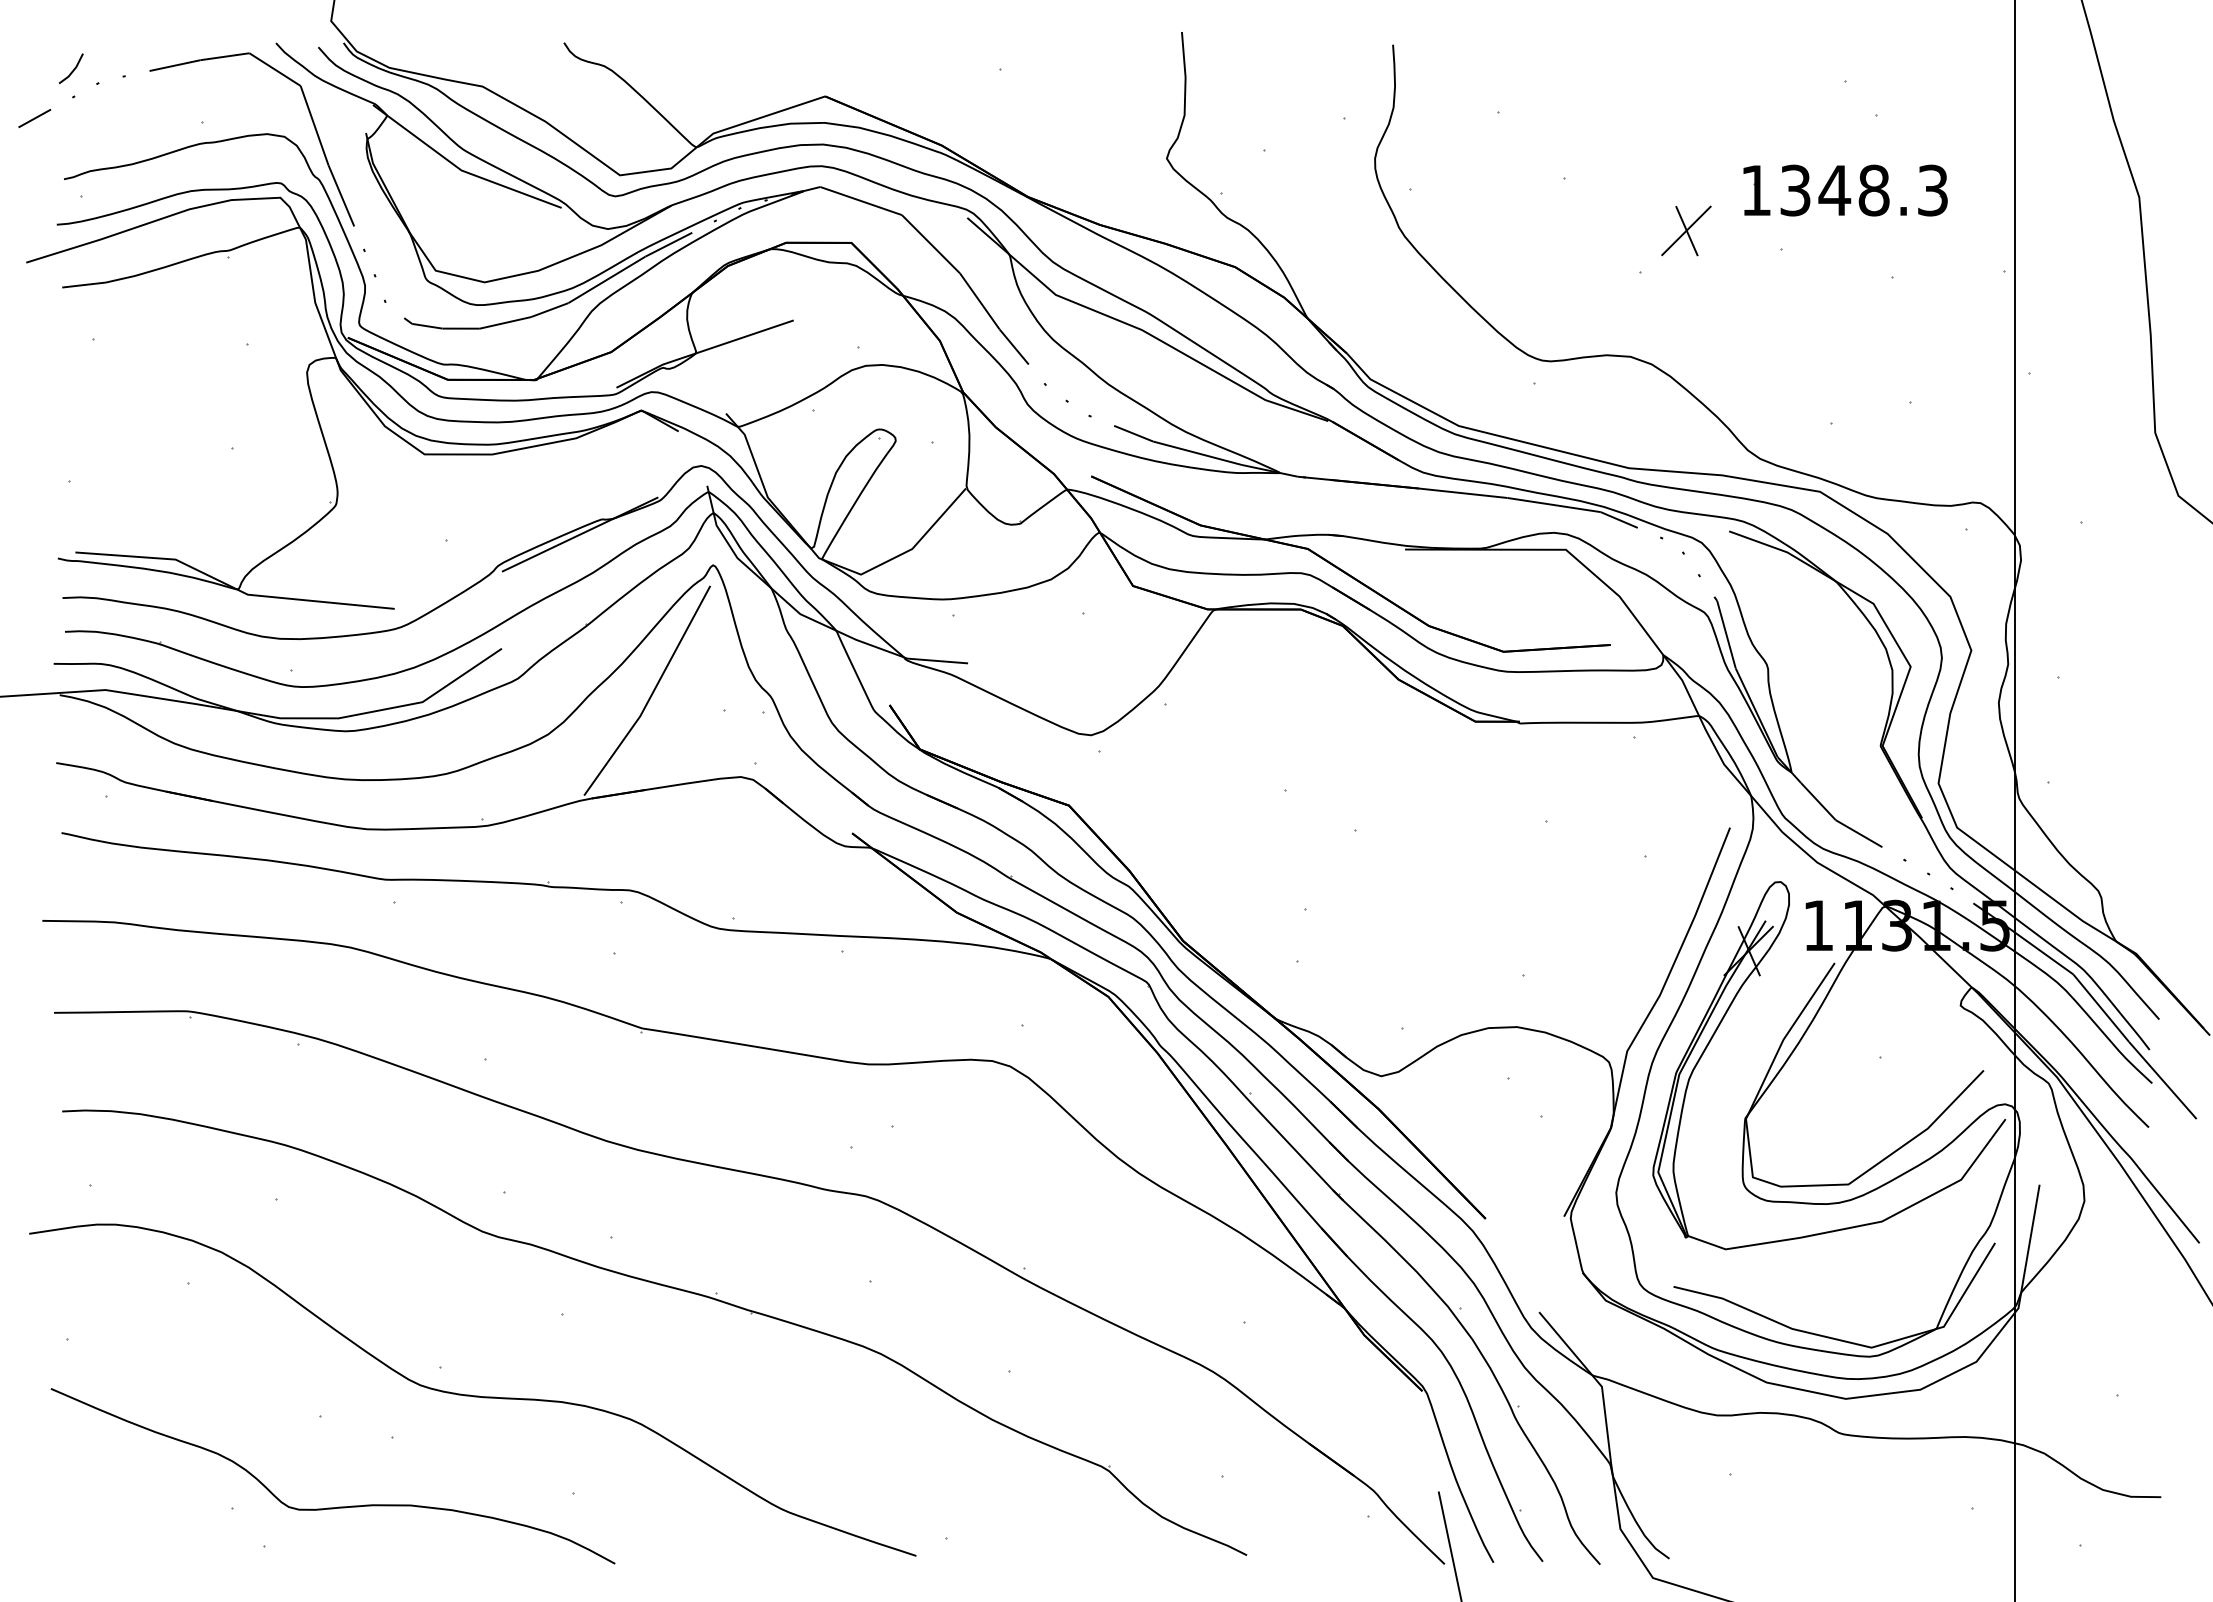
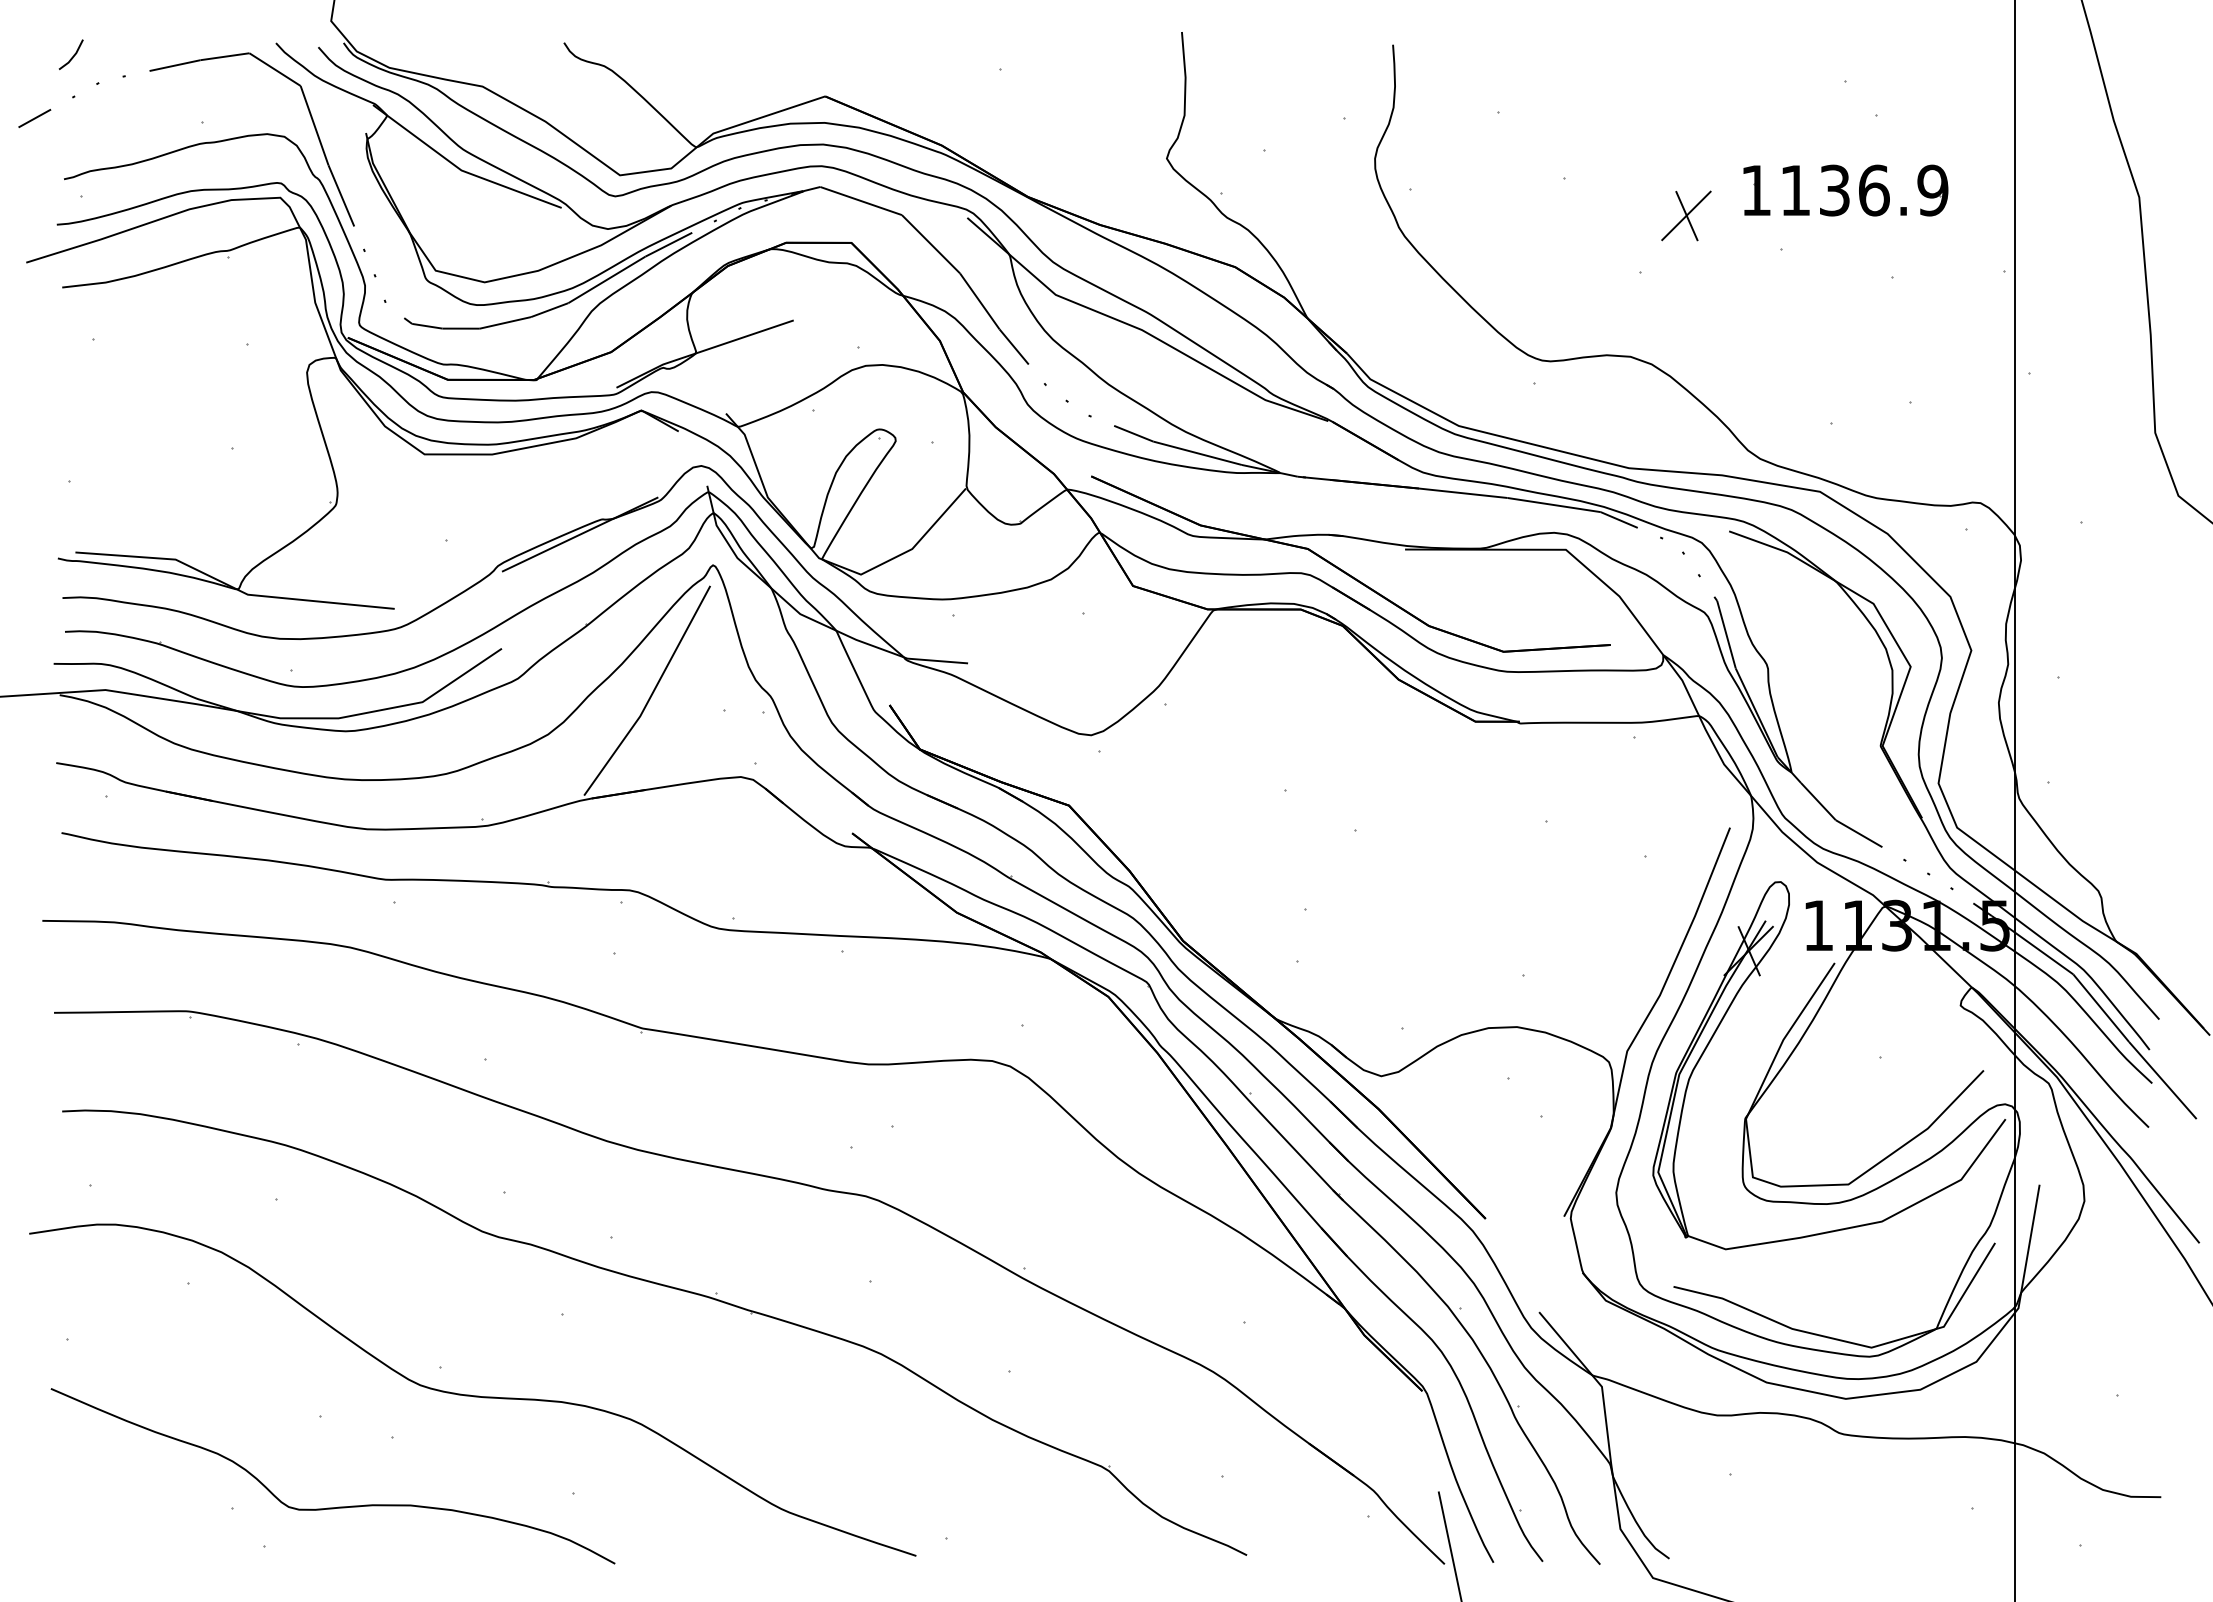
line at (72, 70) position: (72, 70) -> (72, 56)
text at (1864, 190): 1348.3 -> 1136.9
part at (1686, 230) position: (1686, 230) -> (1686, 215)
